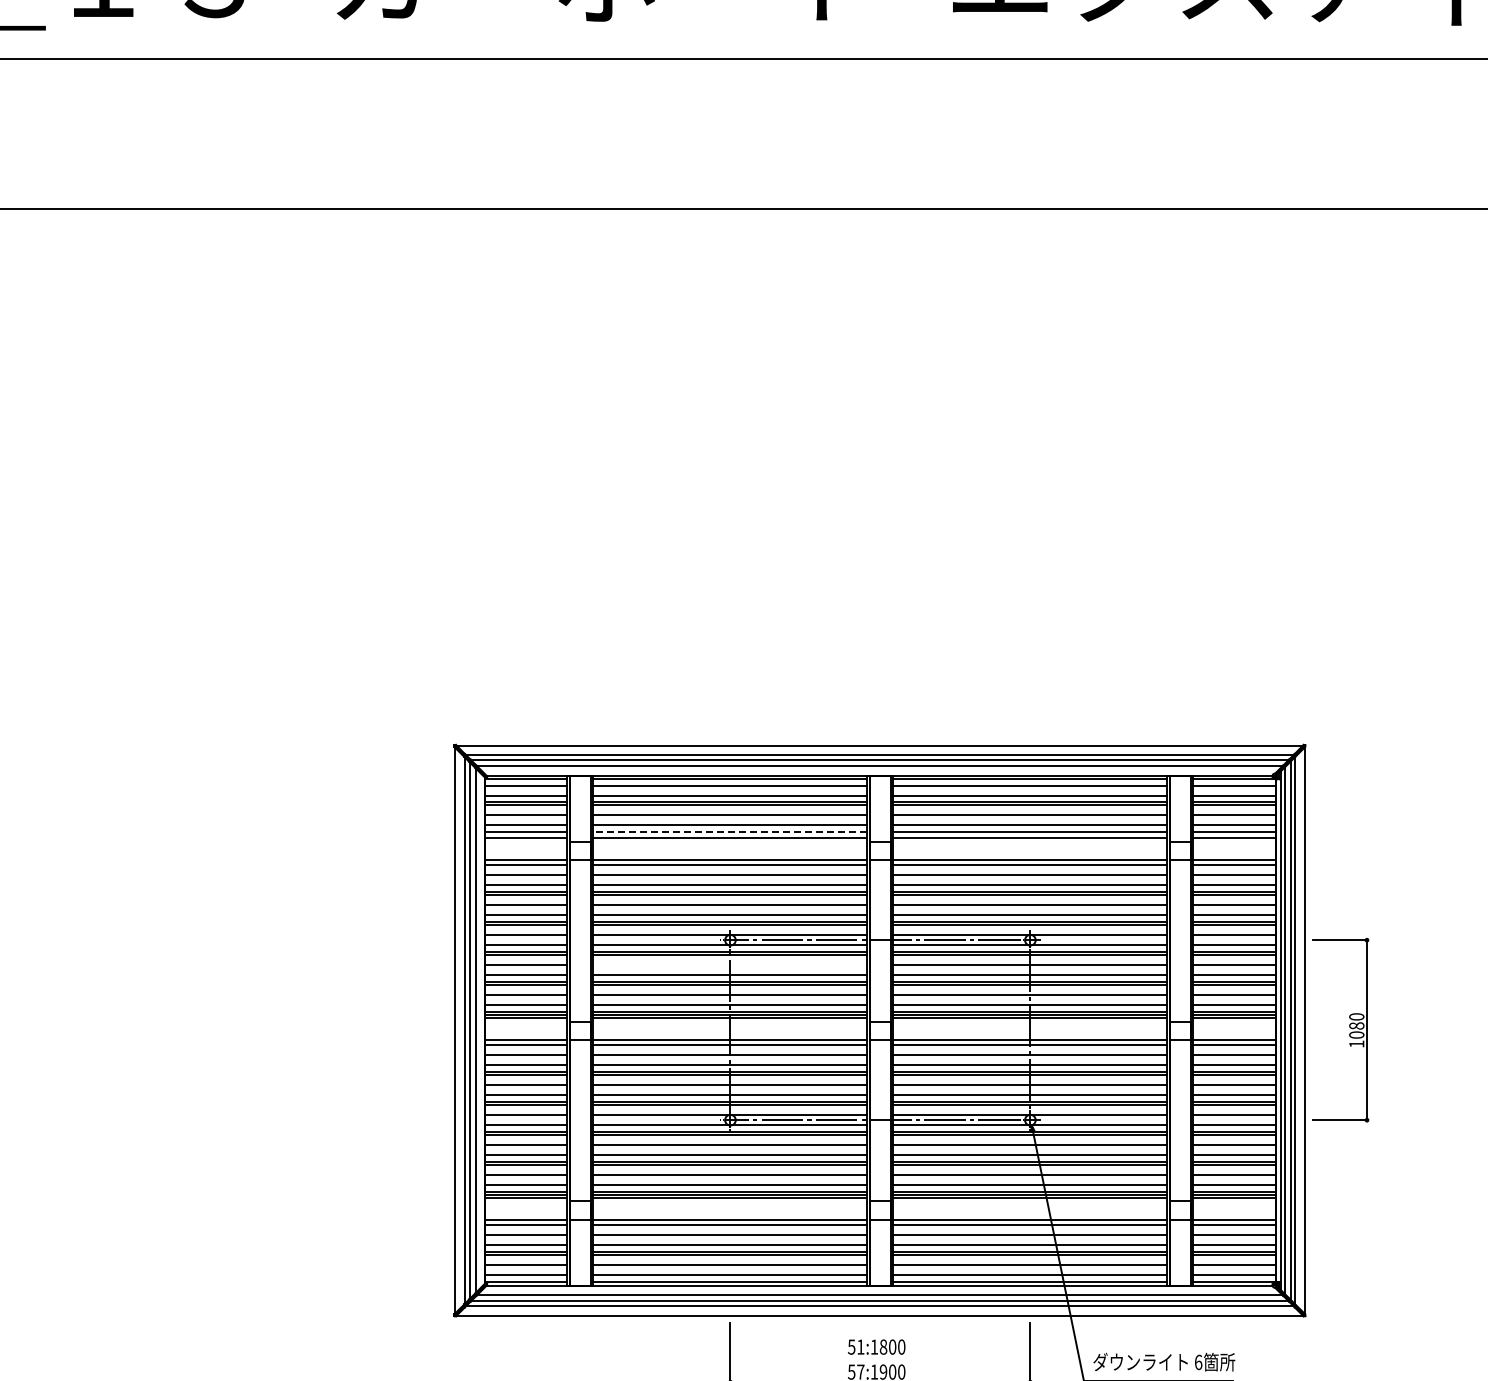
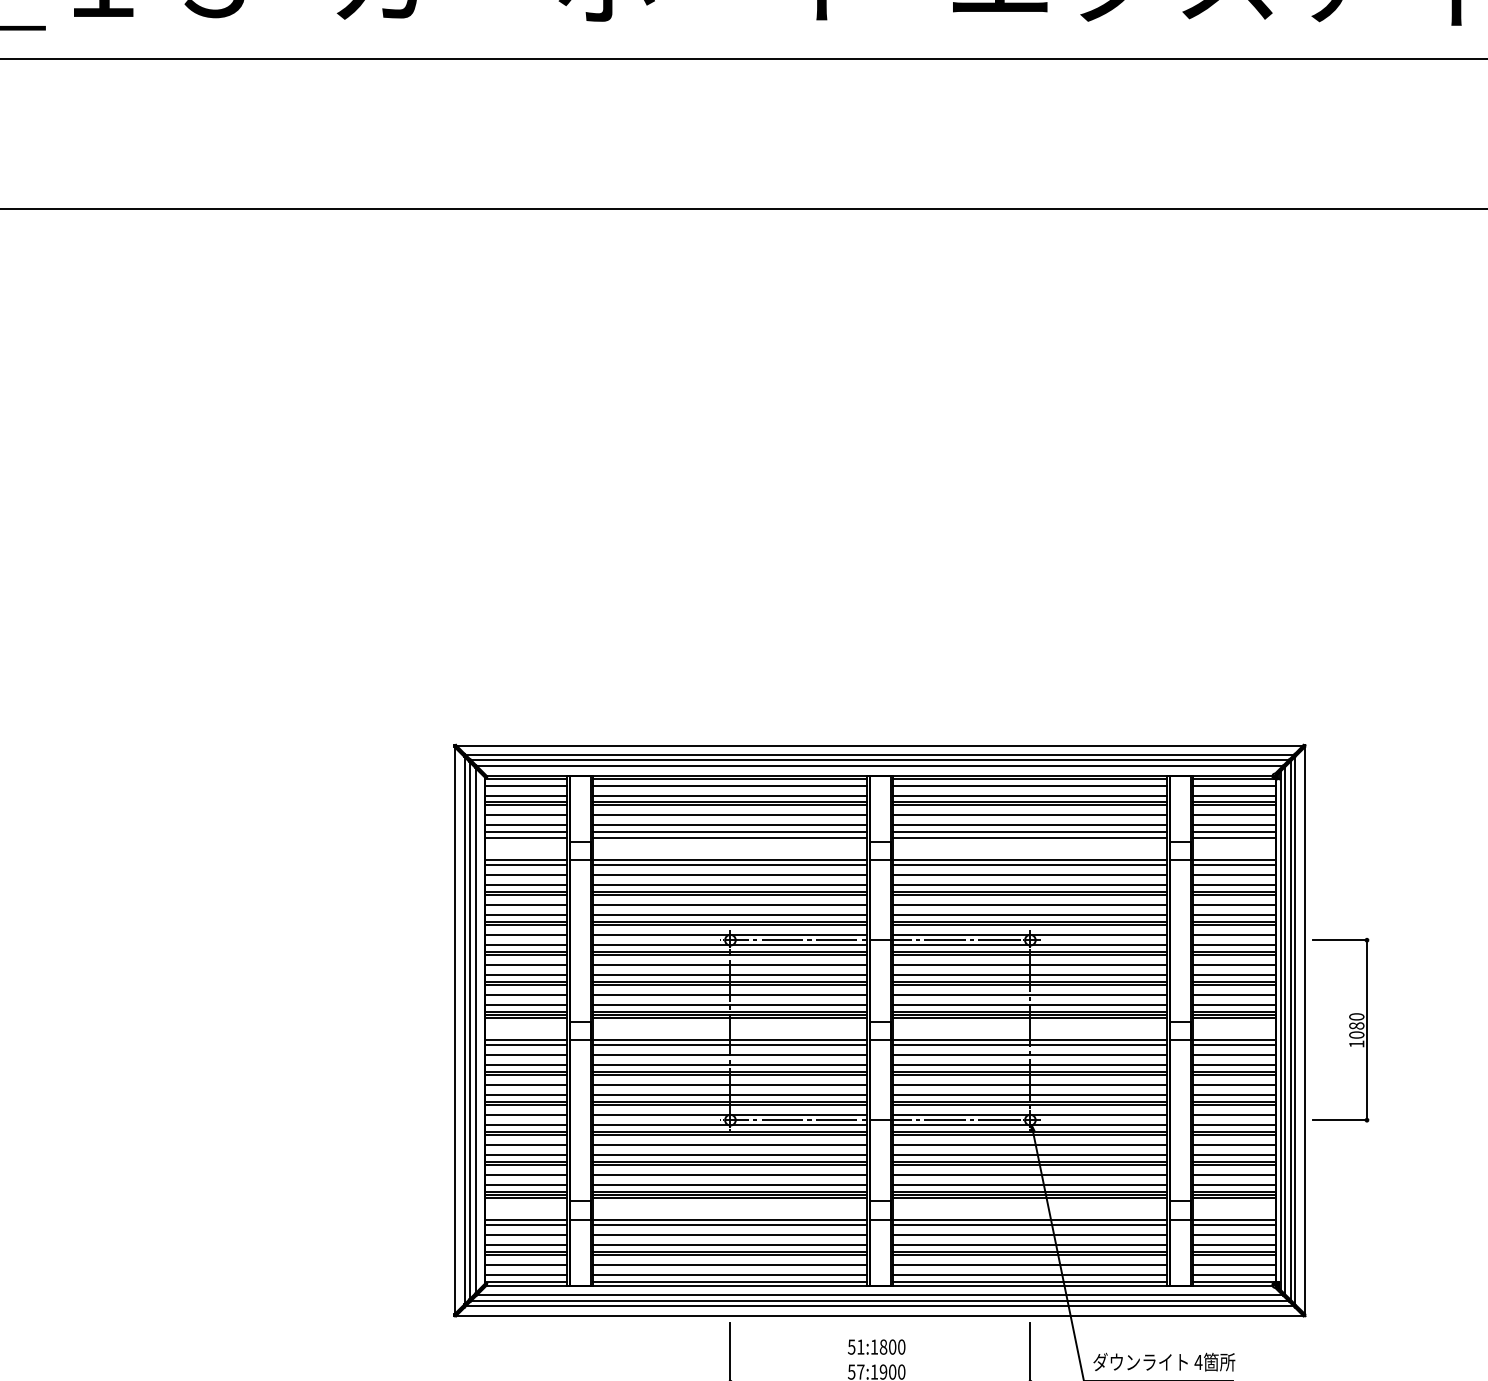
line at (730, 832): dashed -> solid
line at (730, 965): none -> present
text at (1198, 1362): 6 -> 4
